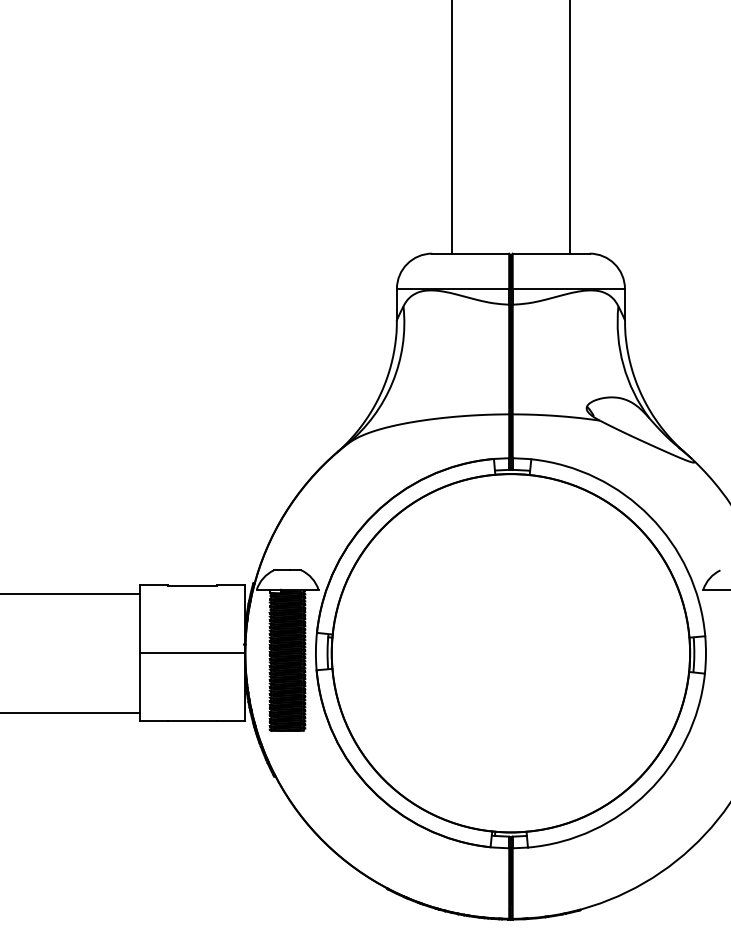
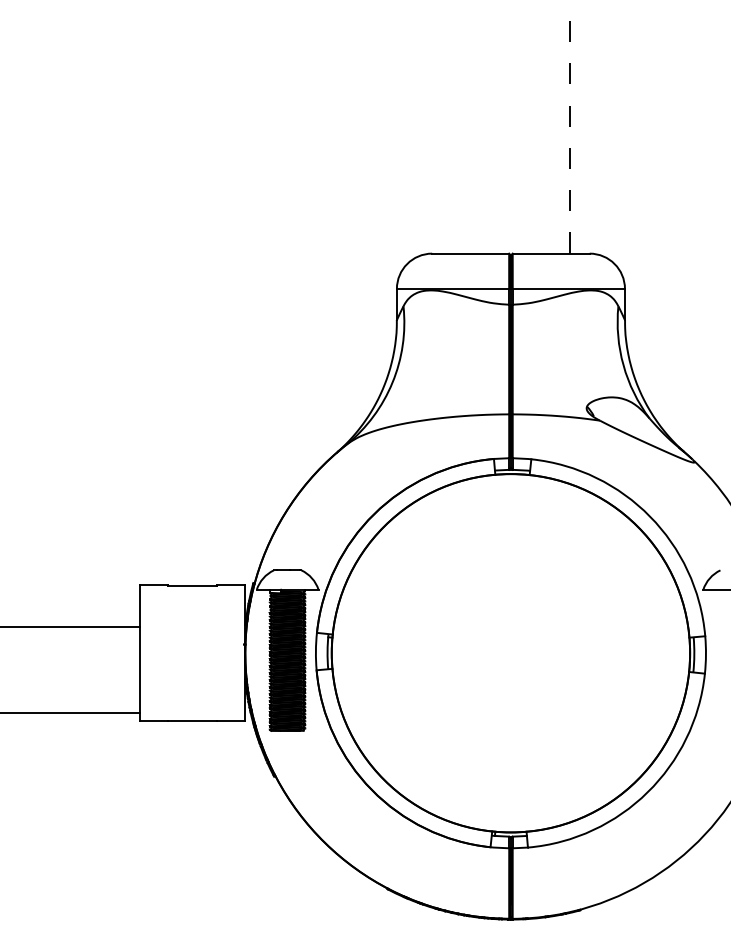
line at (451, 127): present -> none
line at (570, 127): solid -> dashed
line at (70, 593) position: (70, 593) -> (70, 626)
line at (192, 653): present -> none
